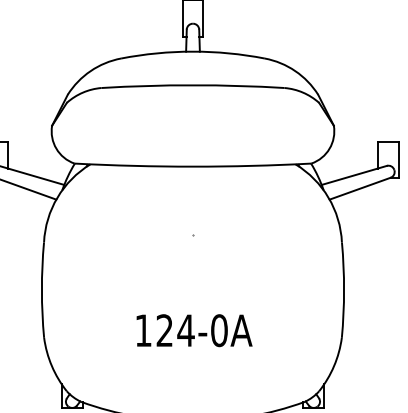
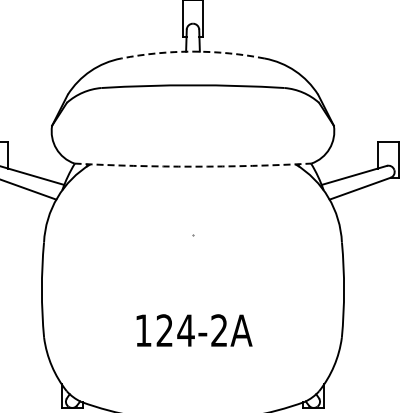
arc at (193, 51): solid -> dashed
arc at (192, 166): solid -> dashed
text at (219, 330): 124-0A -> 124-2A
